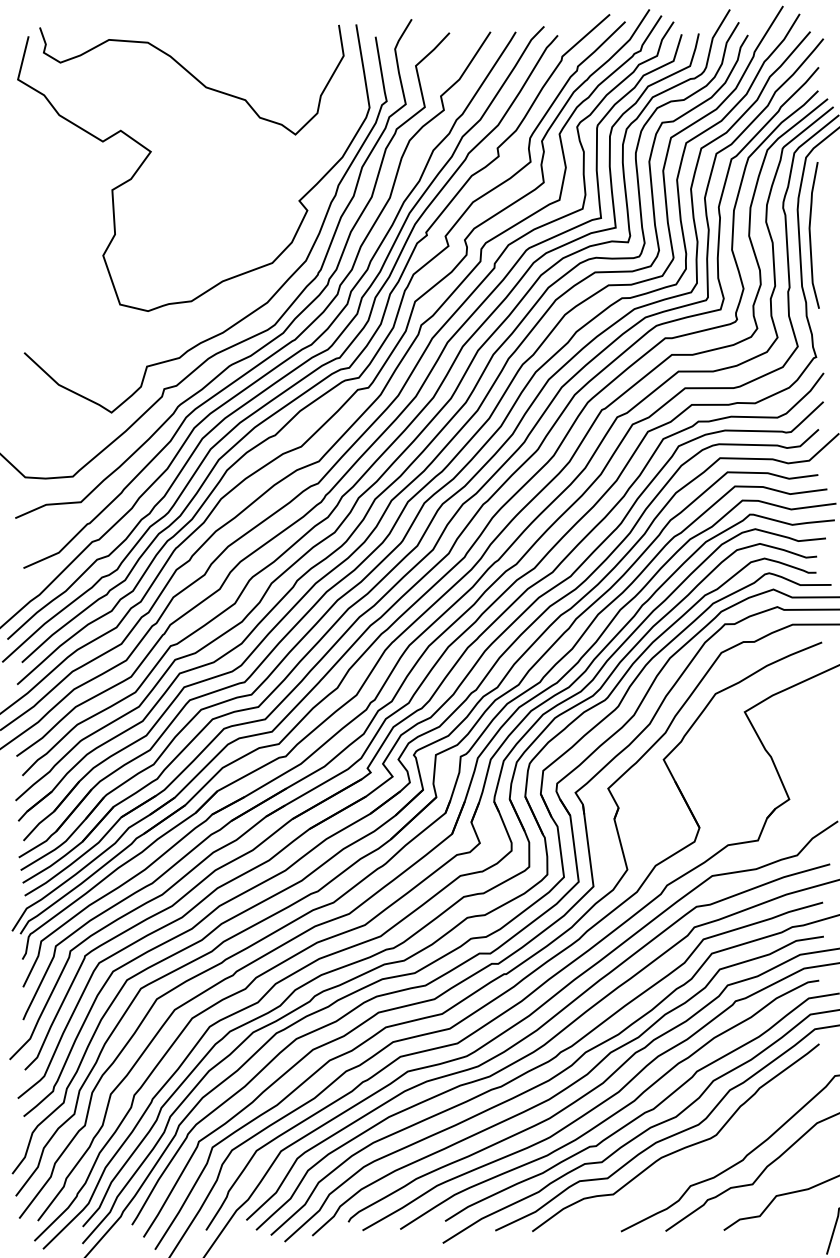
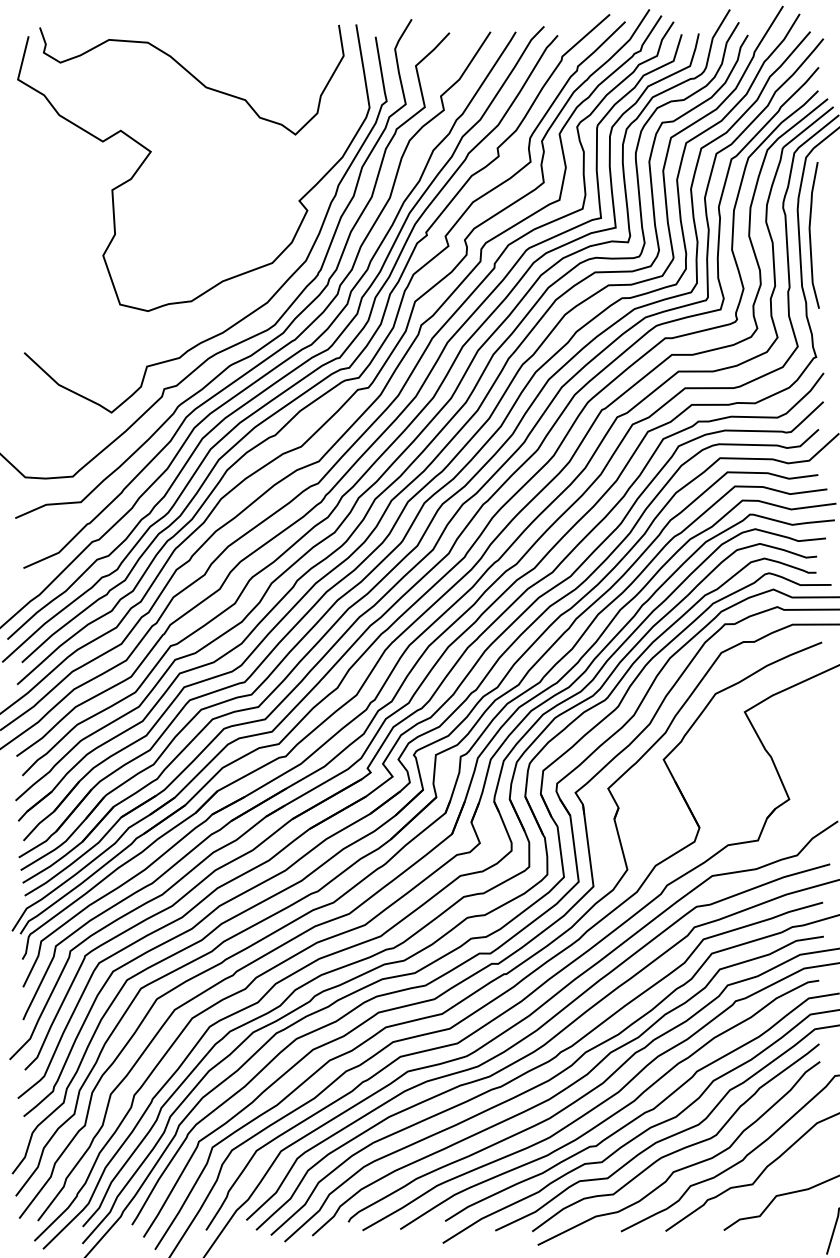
curve at (682, 1167): none -> present
